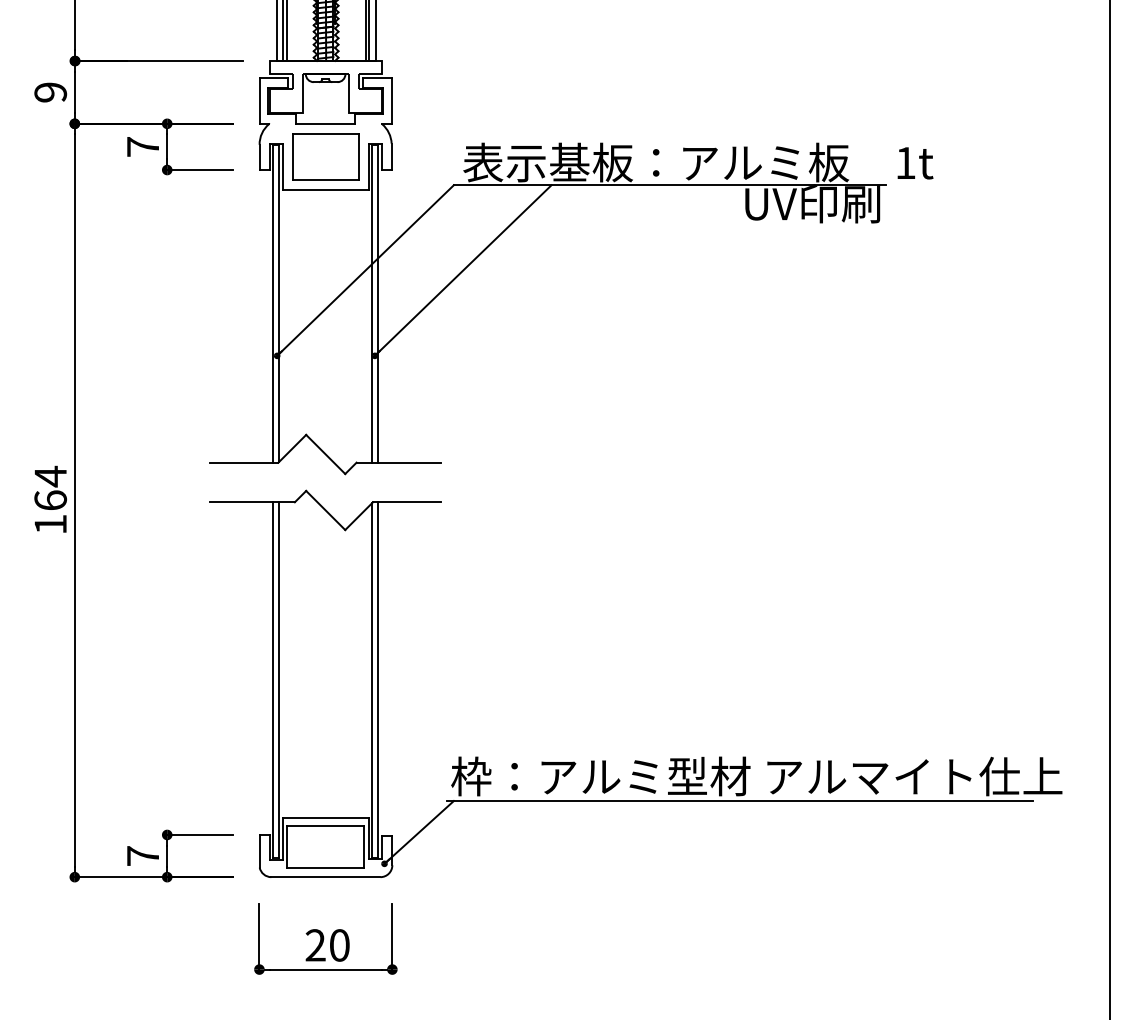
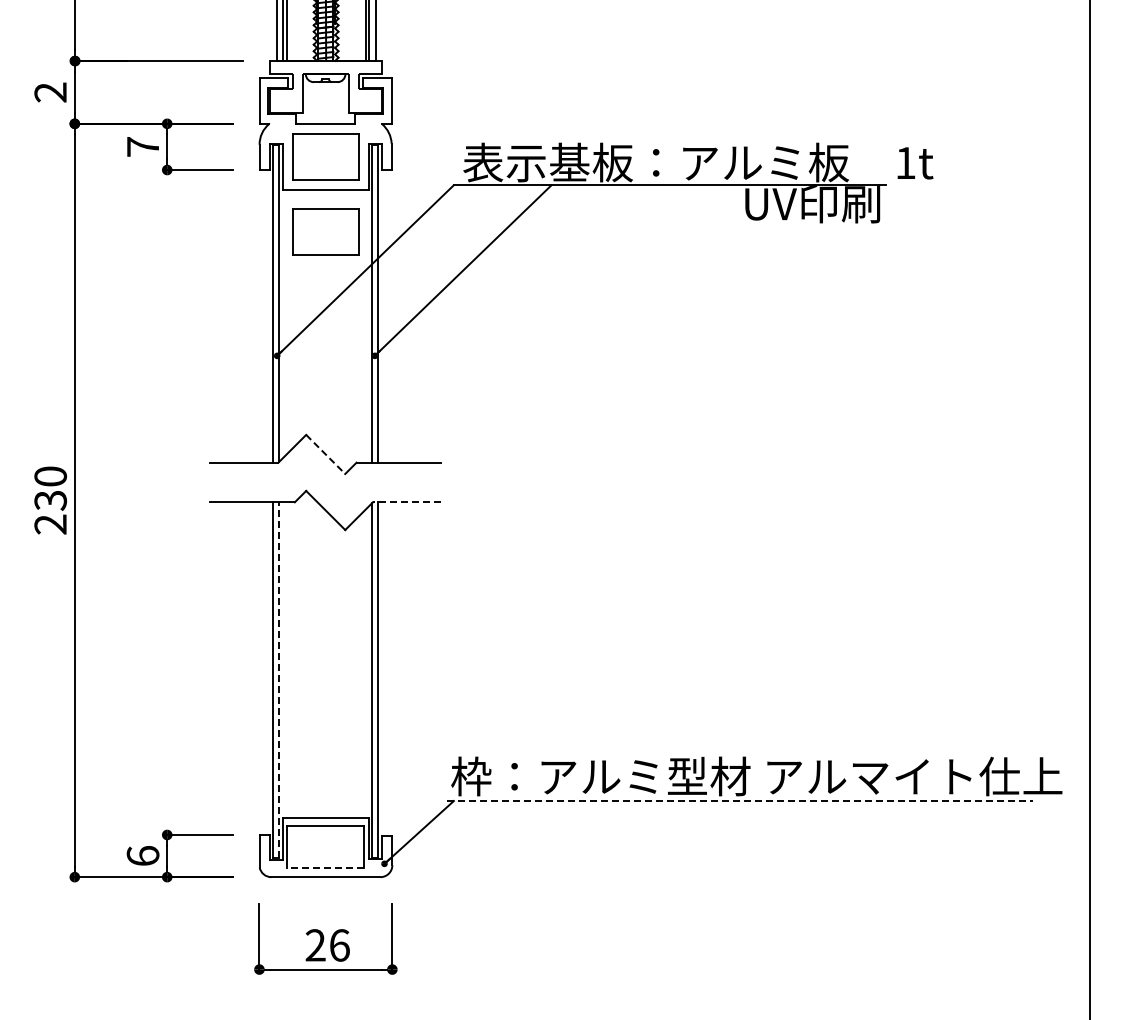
text at (50, 92): 9 -> 2
part at (325, 231): none -> present
line at (325, 454): solid -> dashed
text at (50, 499): 164 -> 230
line at (406, 502): solid -> dashed
line at (1109, 509) position: (1109, 509) -> (1089, 509)
line at (279, 680): solid -> dashed
line at (739, 801): solid -> dashed
text at (142, 855): 7 -> 6
line at (325, 868): solid -> dashed
text at (339, 945): 20 -> 26
